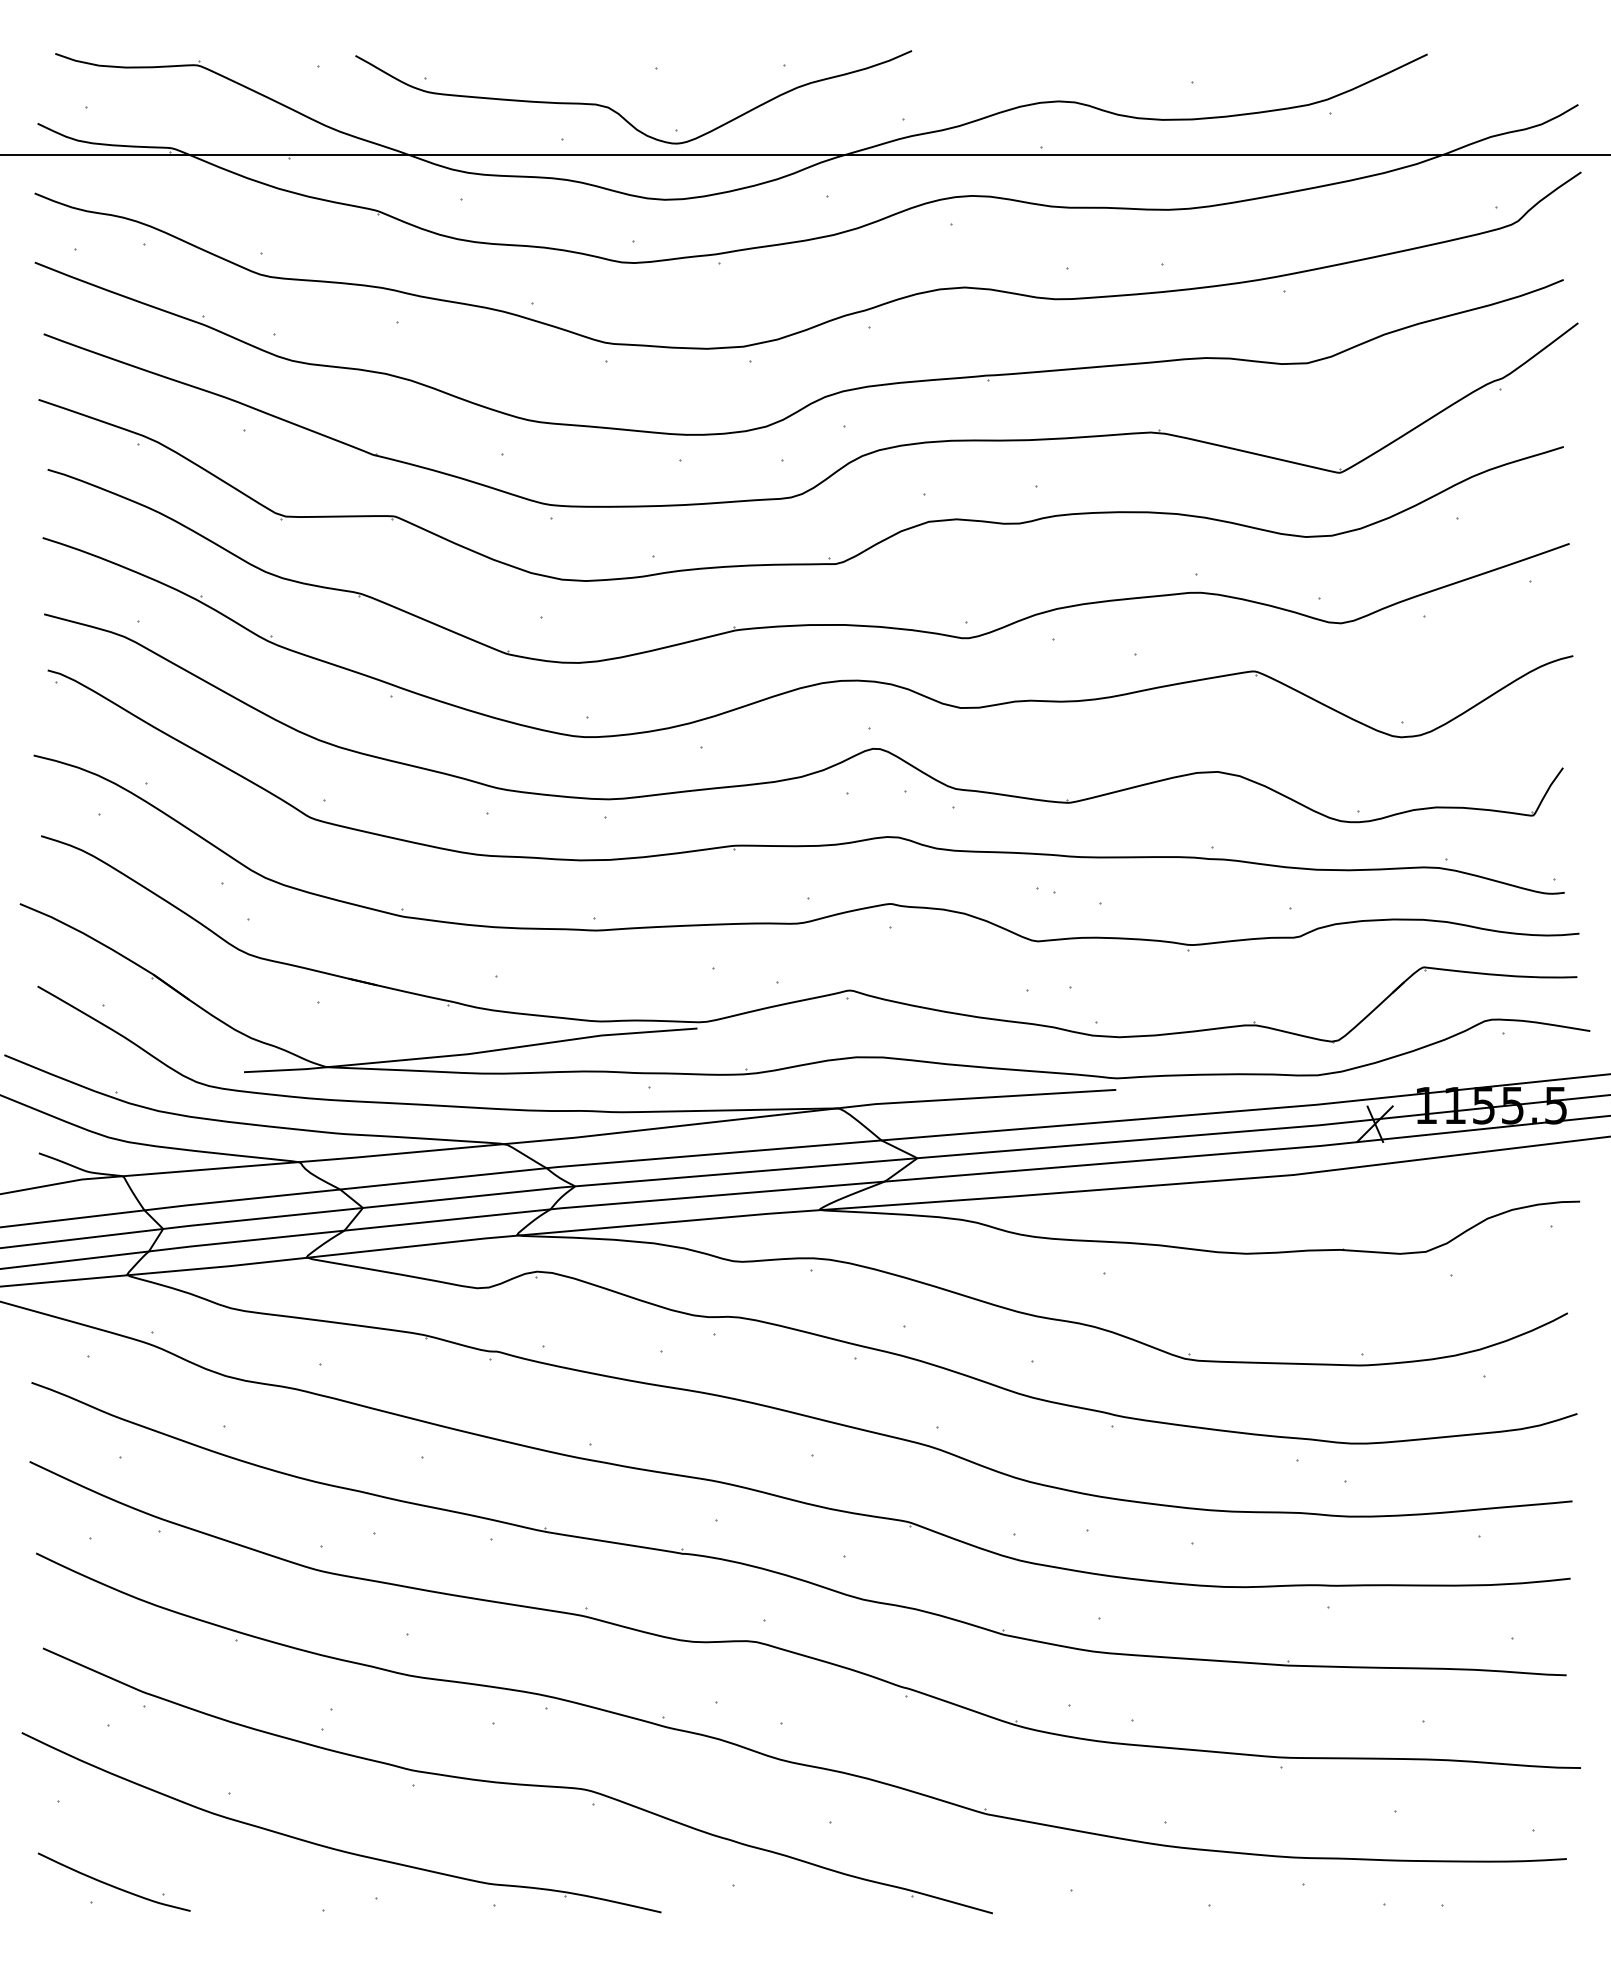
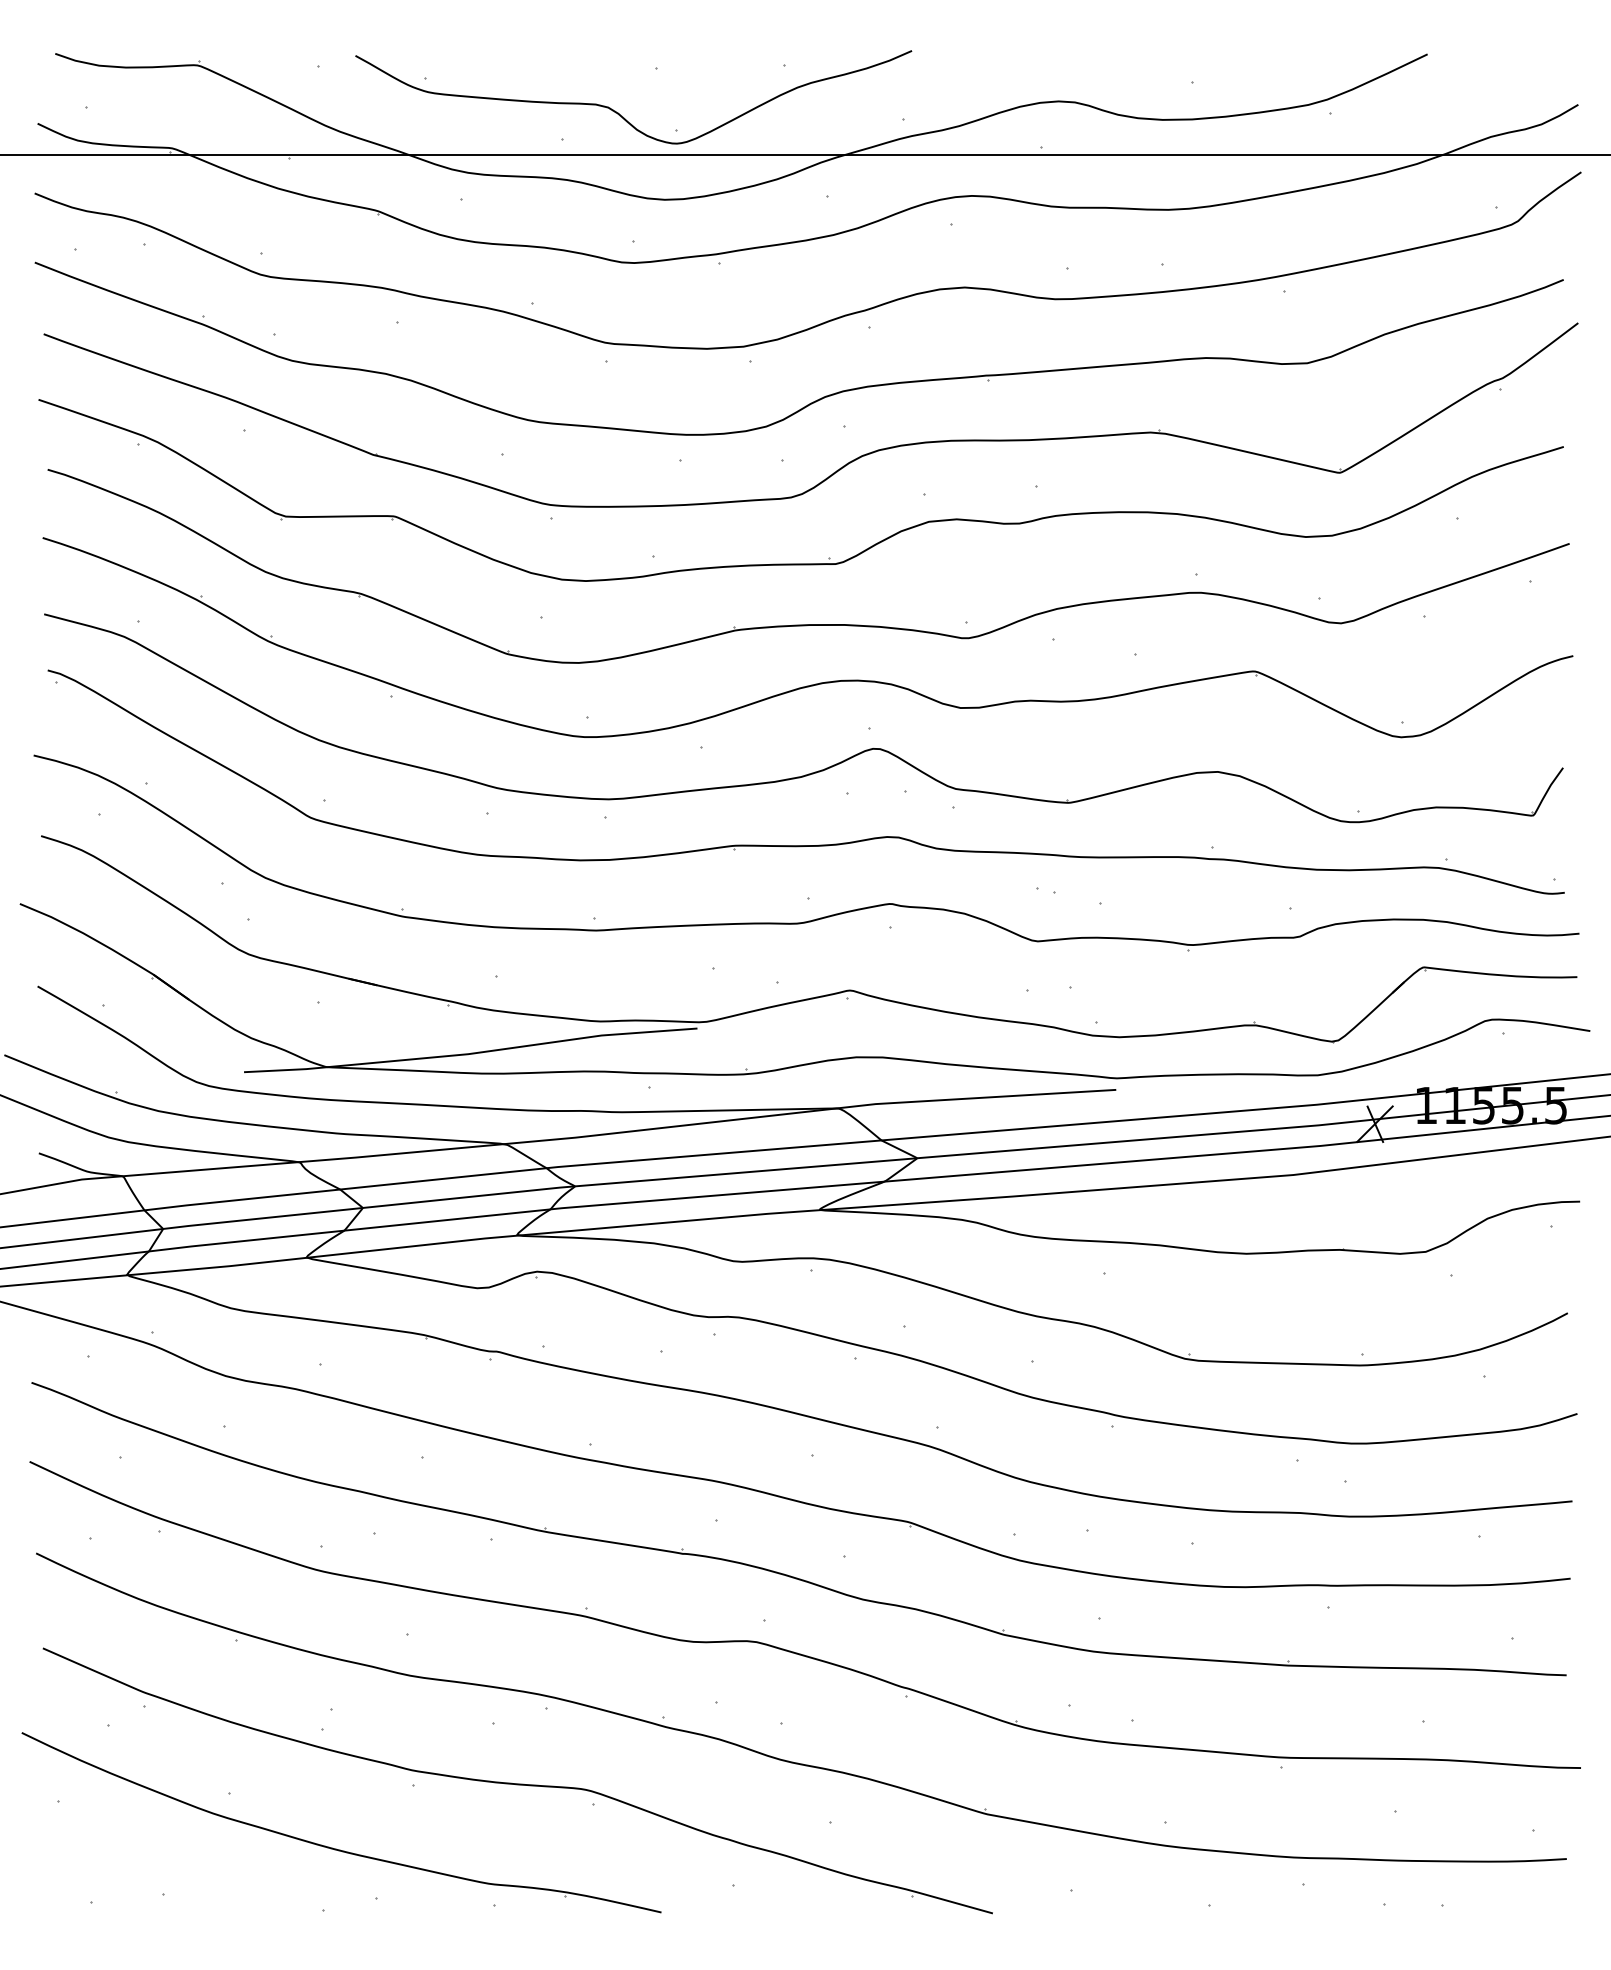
curve at (113, 1885): present -> none
